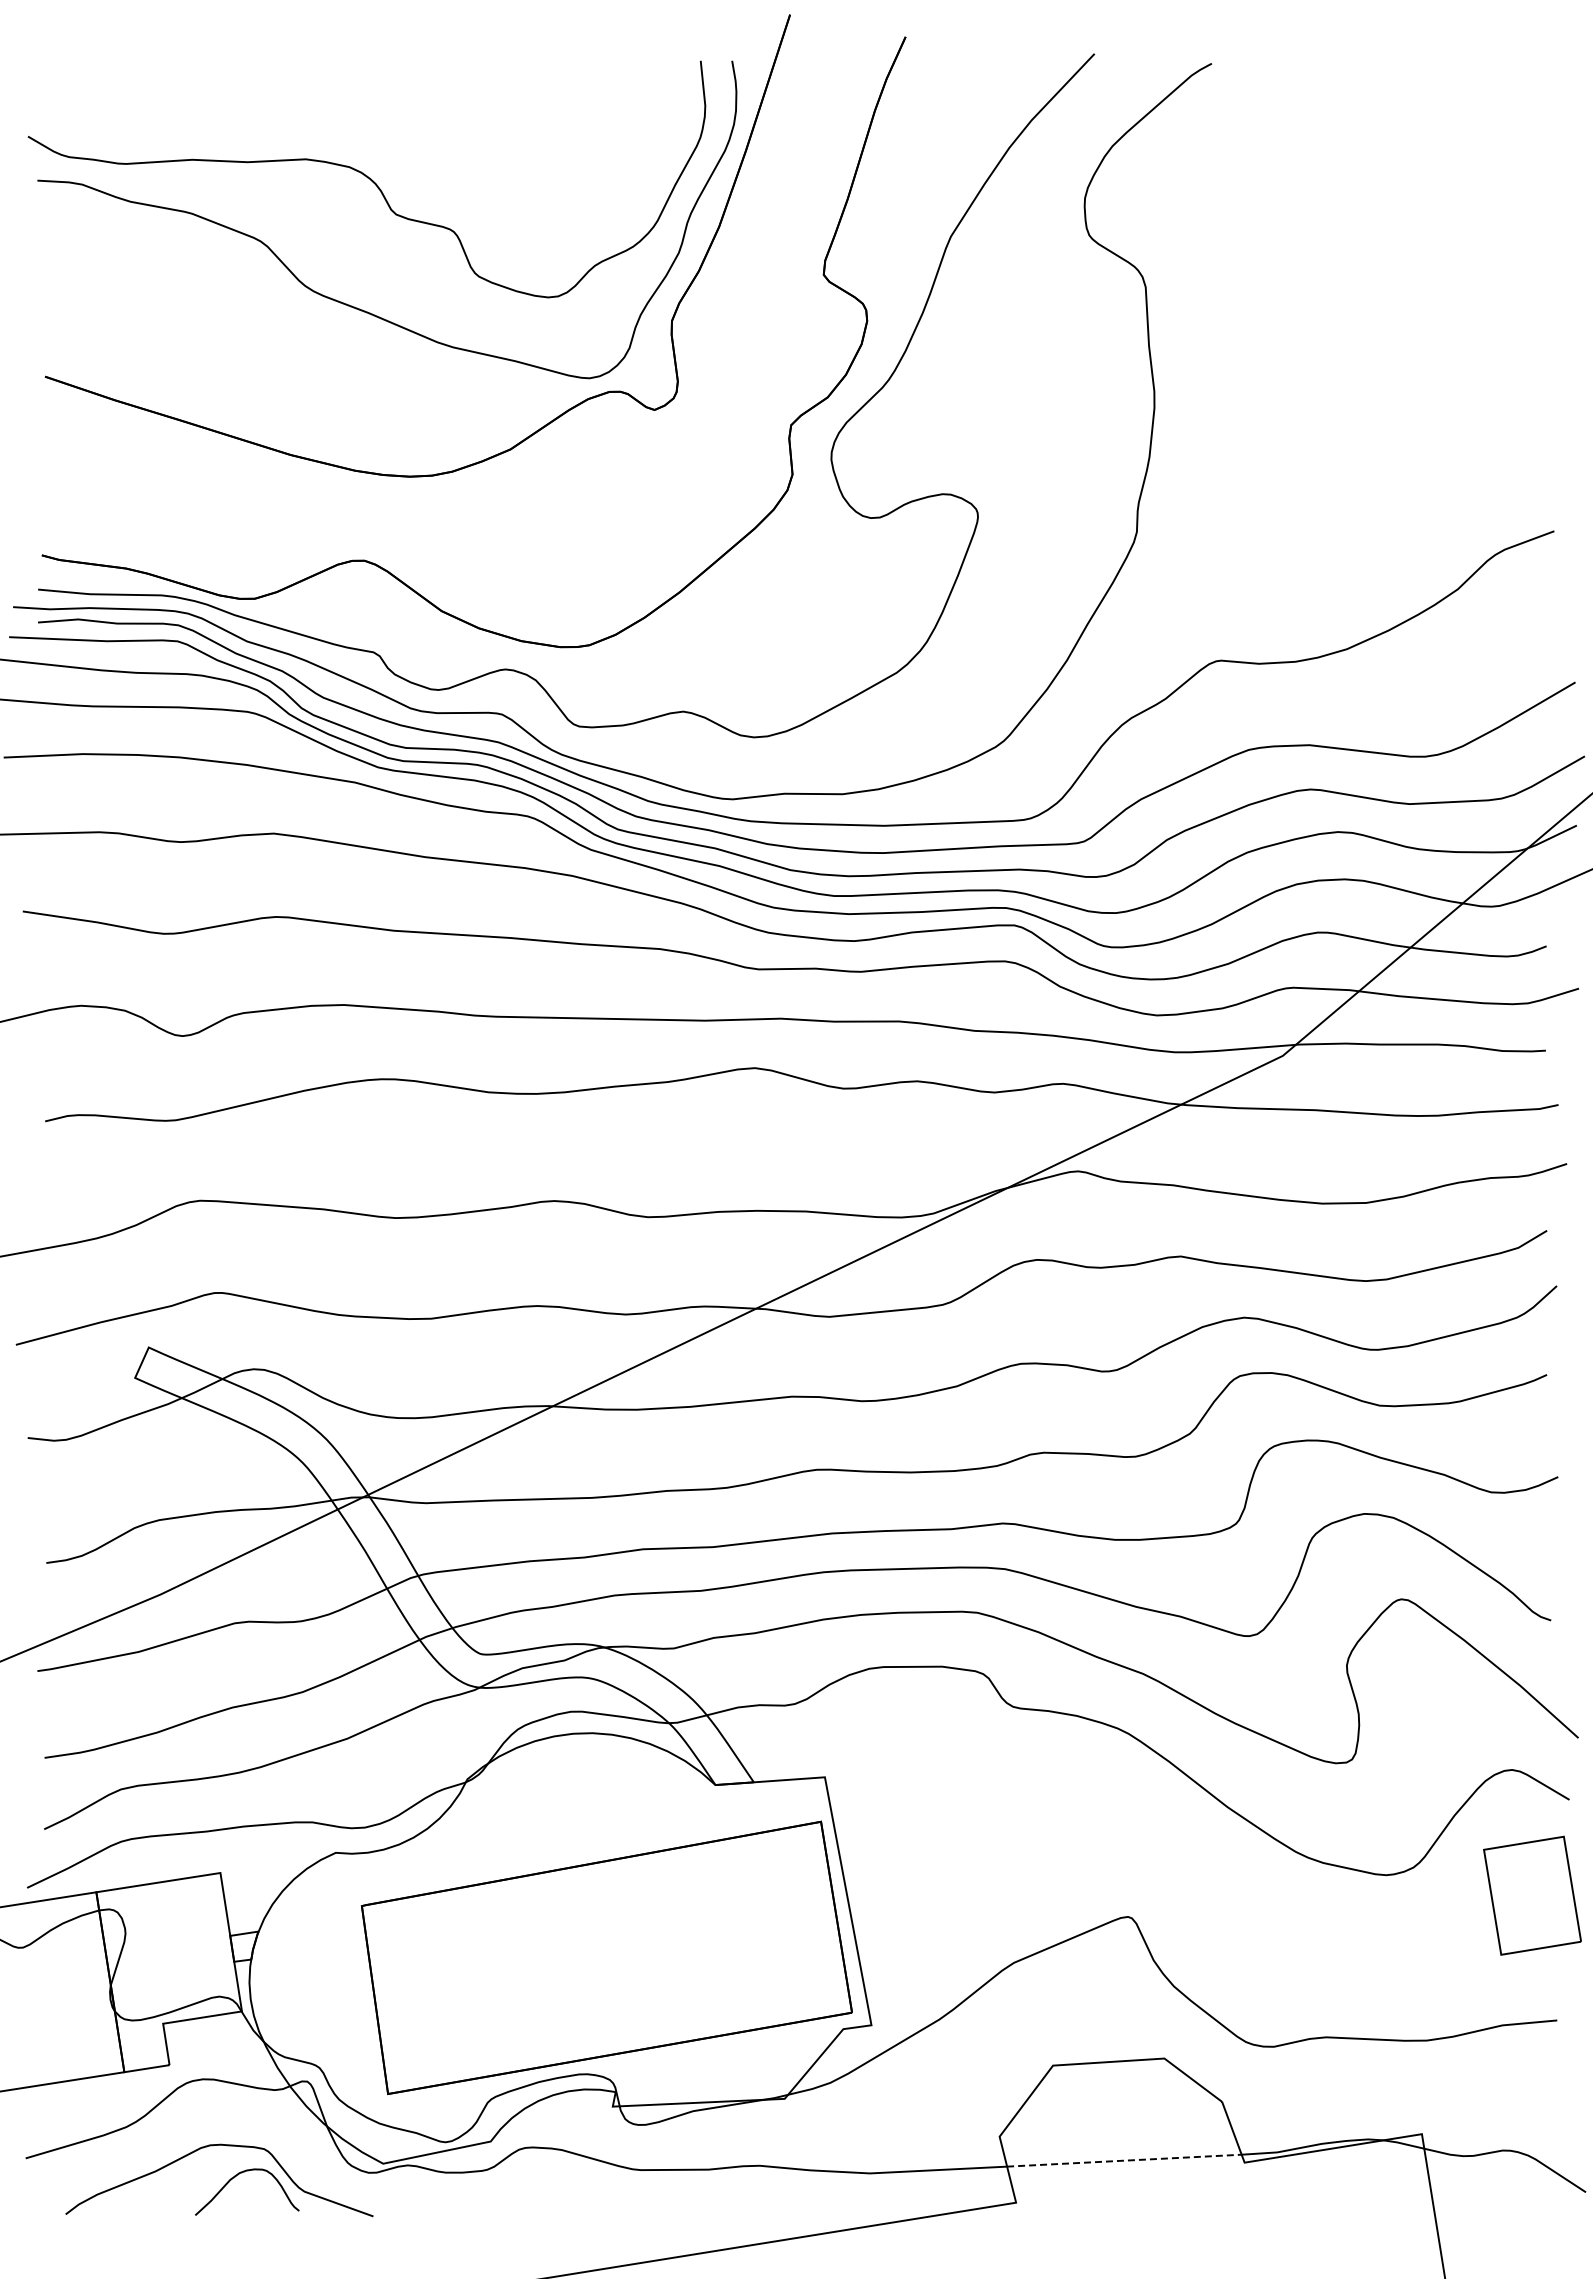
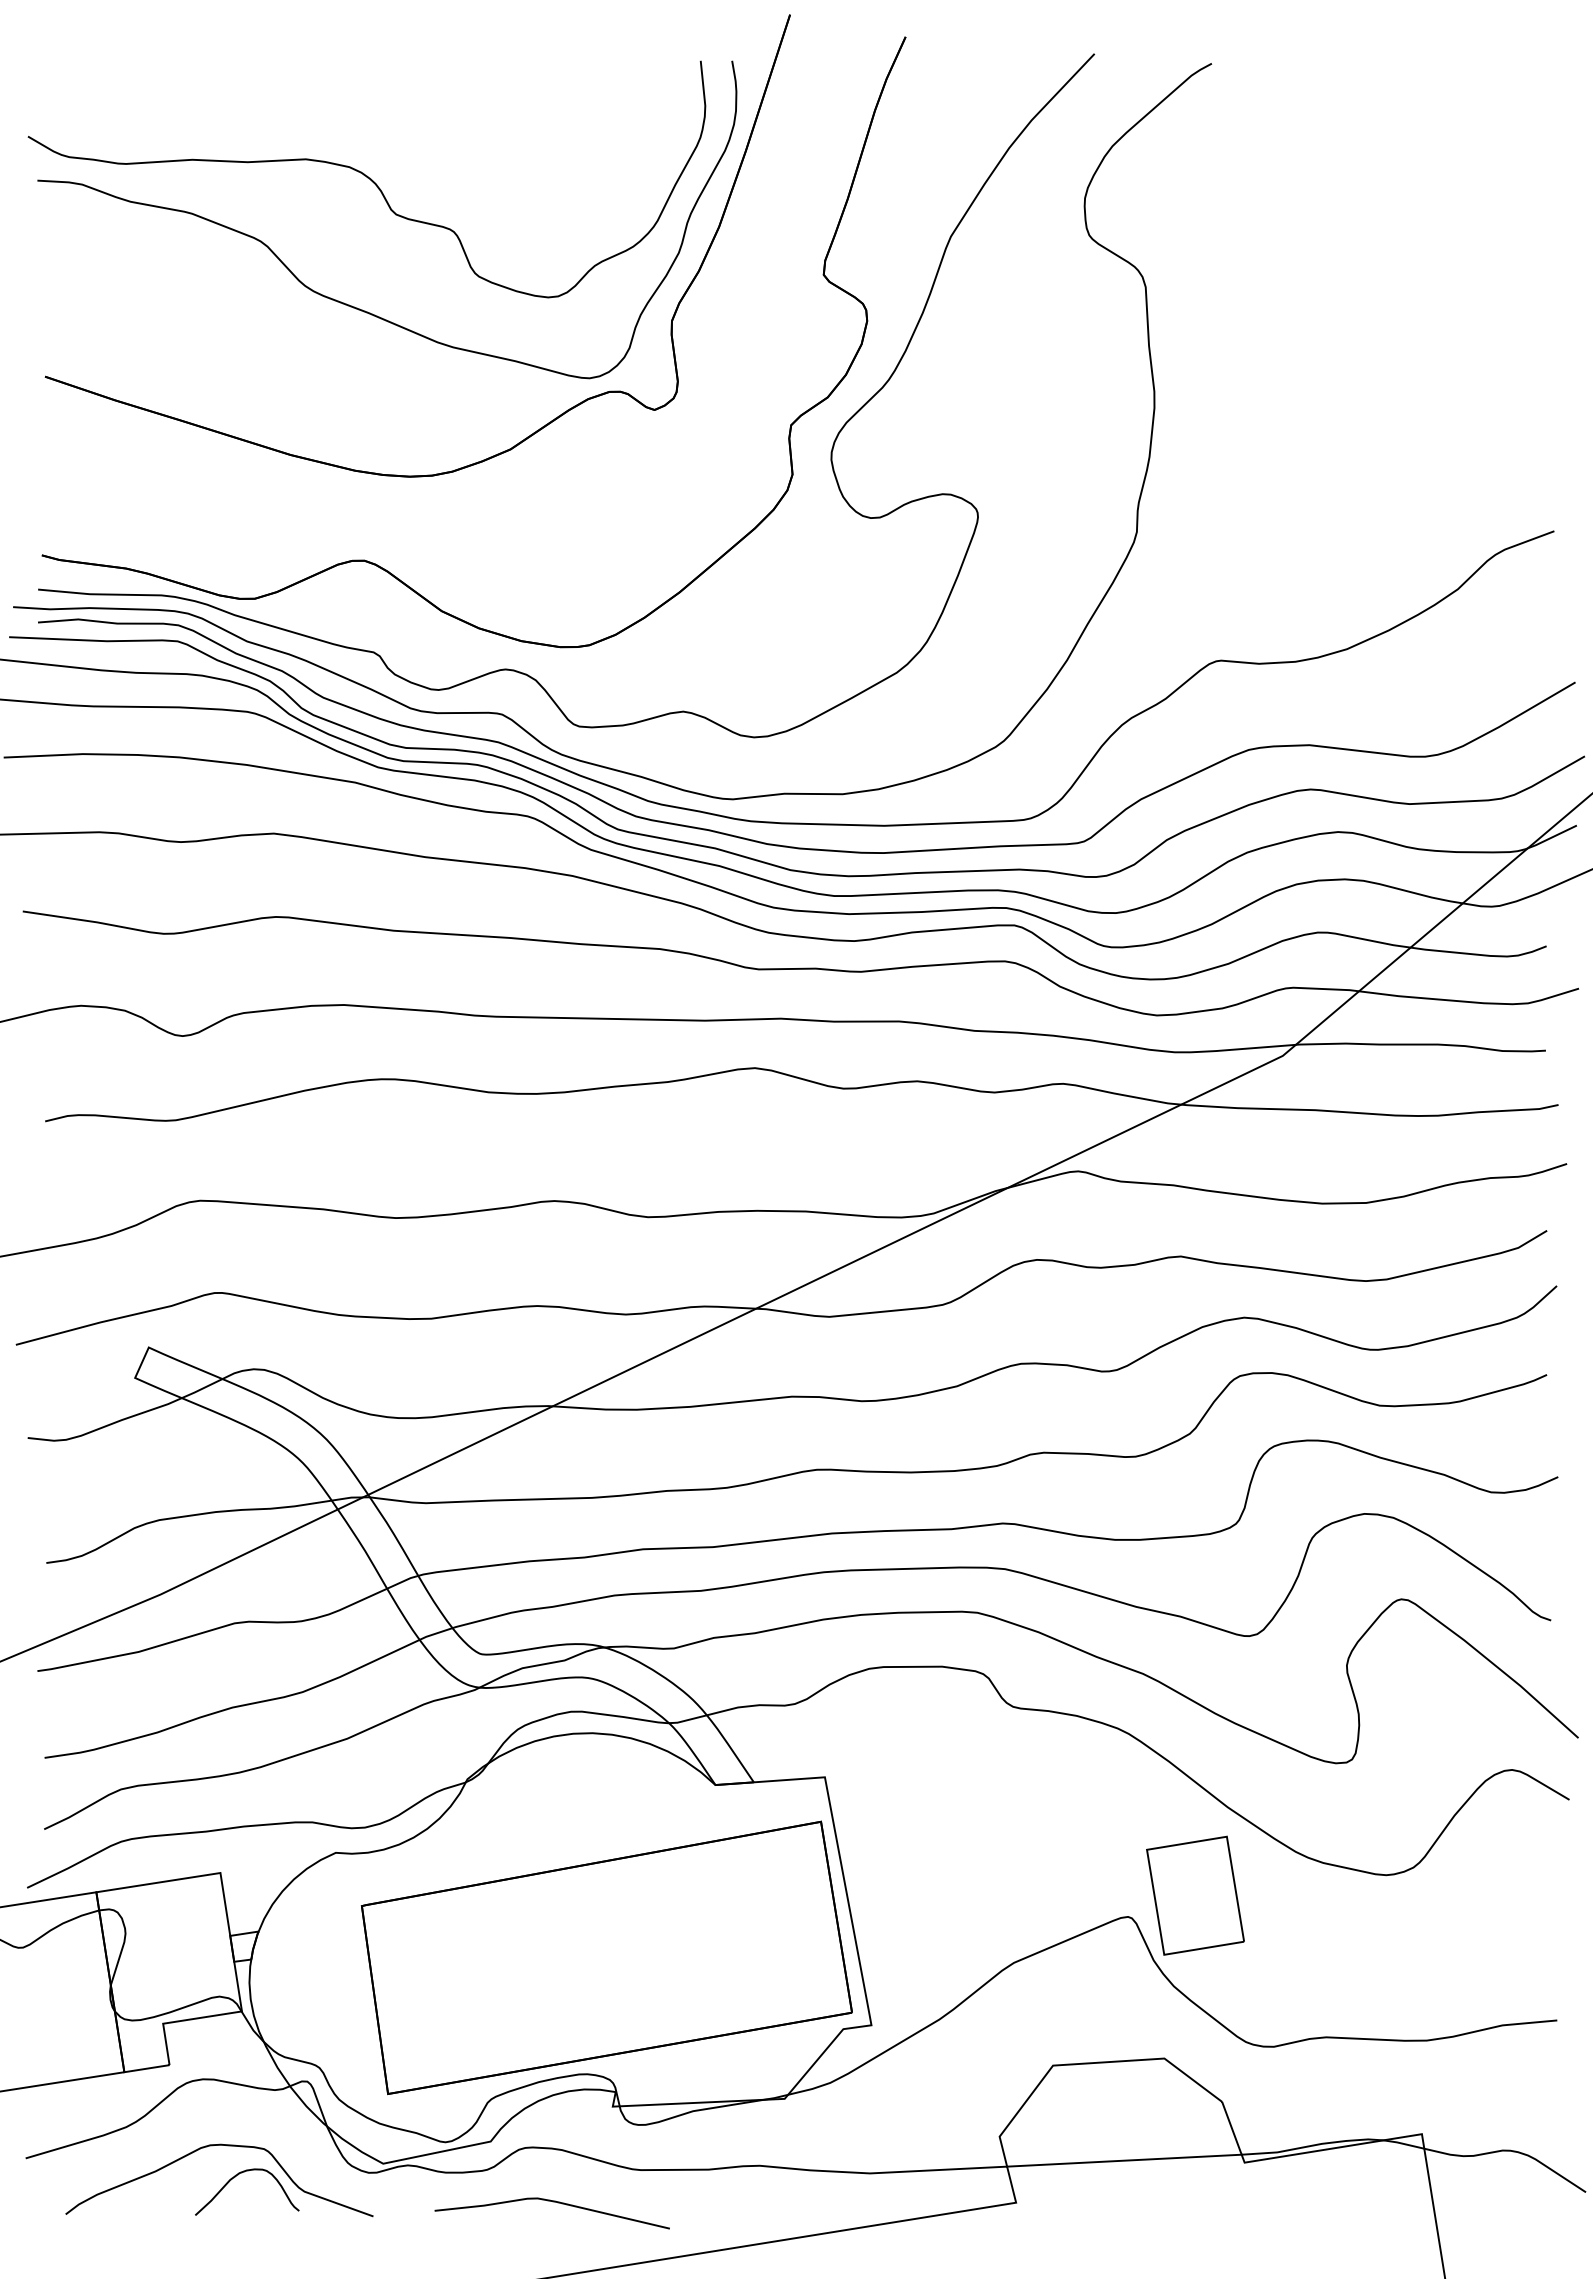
part at (1532, 1895) position: (1532, 1895) -> (1195, 1895)
line at (1124, 2160): dashed -> solid
curve at (552, 2202): none -> present
